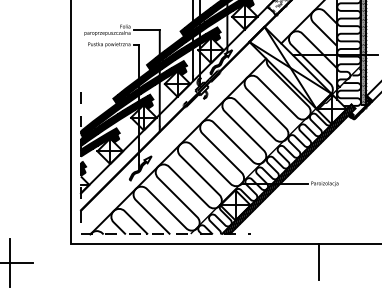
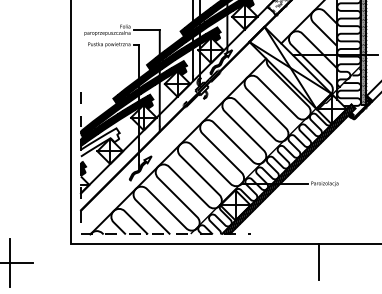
hatch at (99, 142): present -> none
